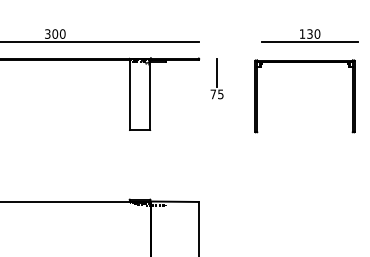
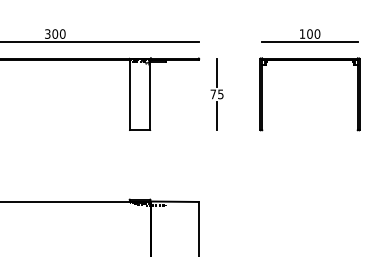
text at (309, 33): 130 -> 100
part at (304, 62) position: (304, 62) -> (309, 60)
line at (217, 116): none -> present
